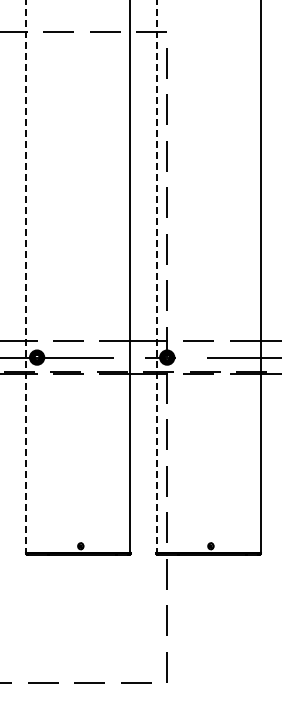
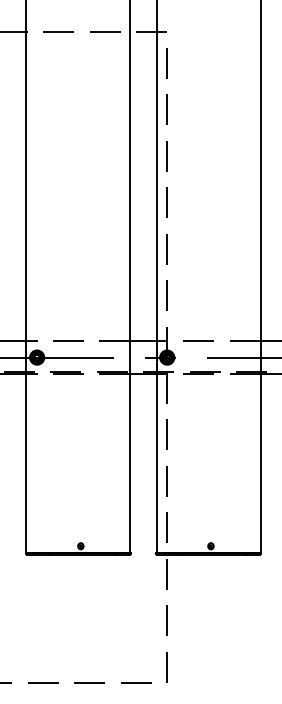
line at (26, 276): dashed -> solid
line at (156, 276): dashed -> solid
